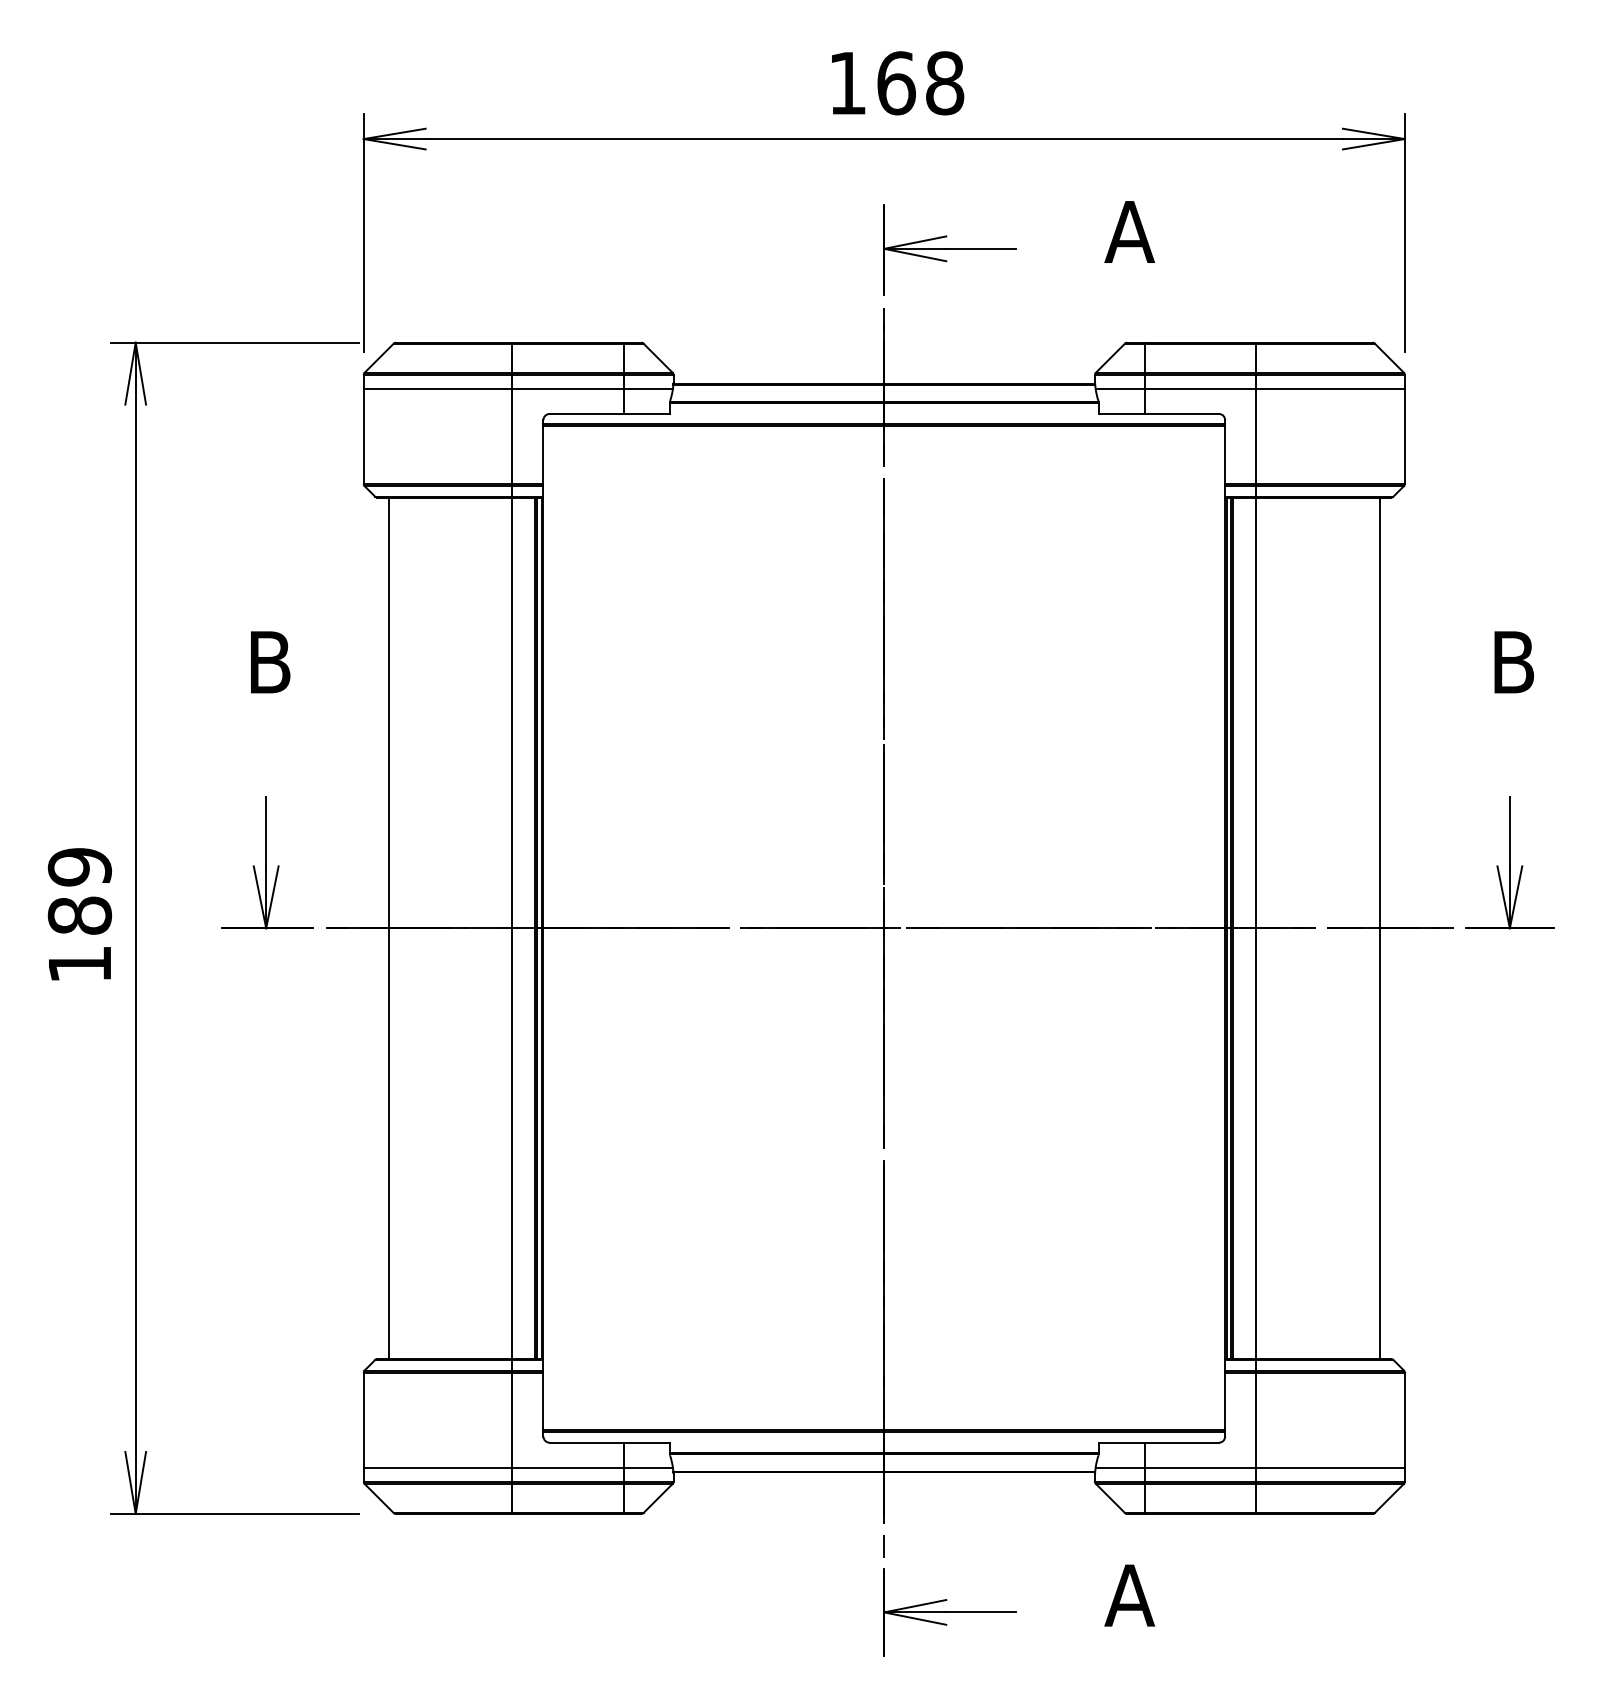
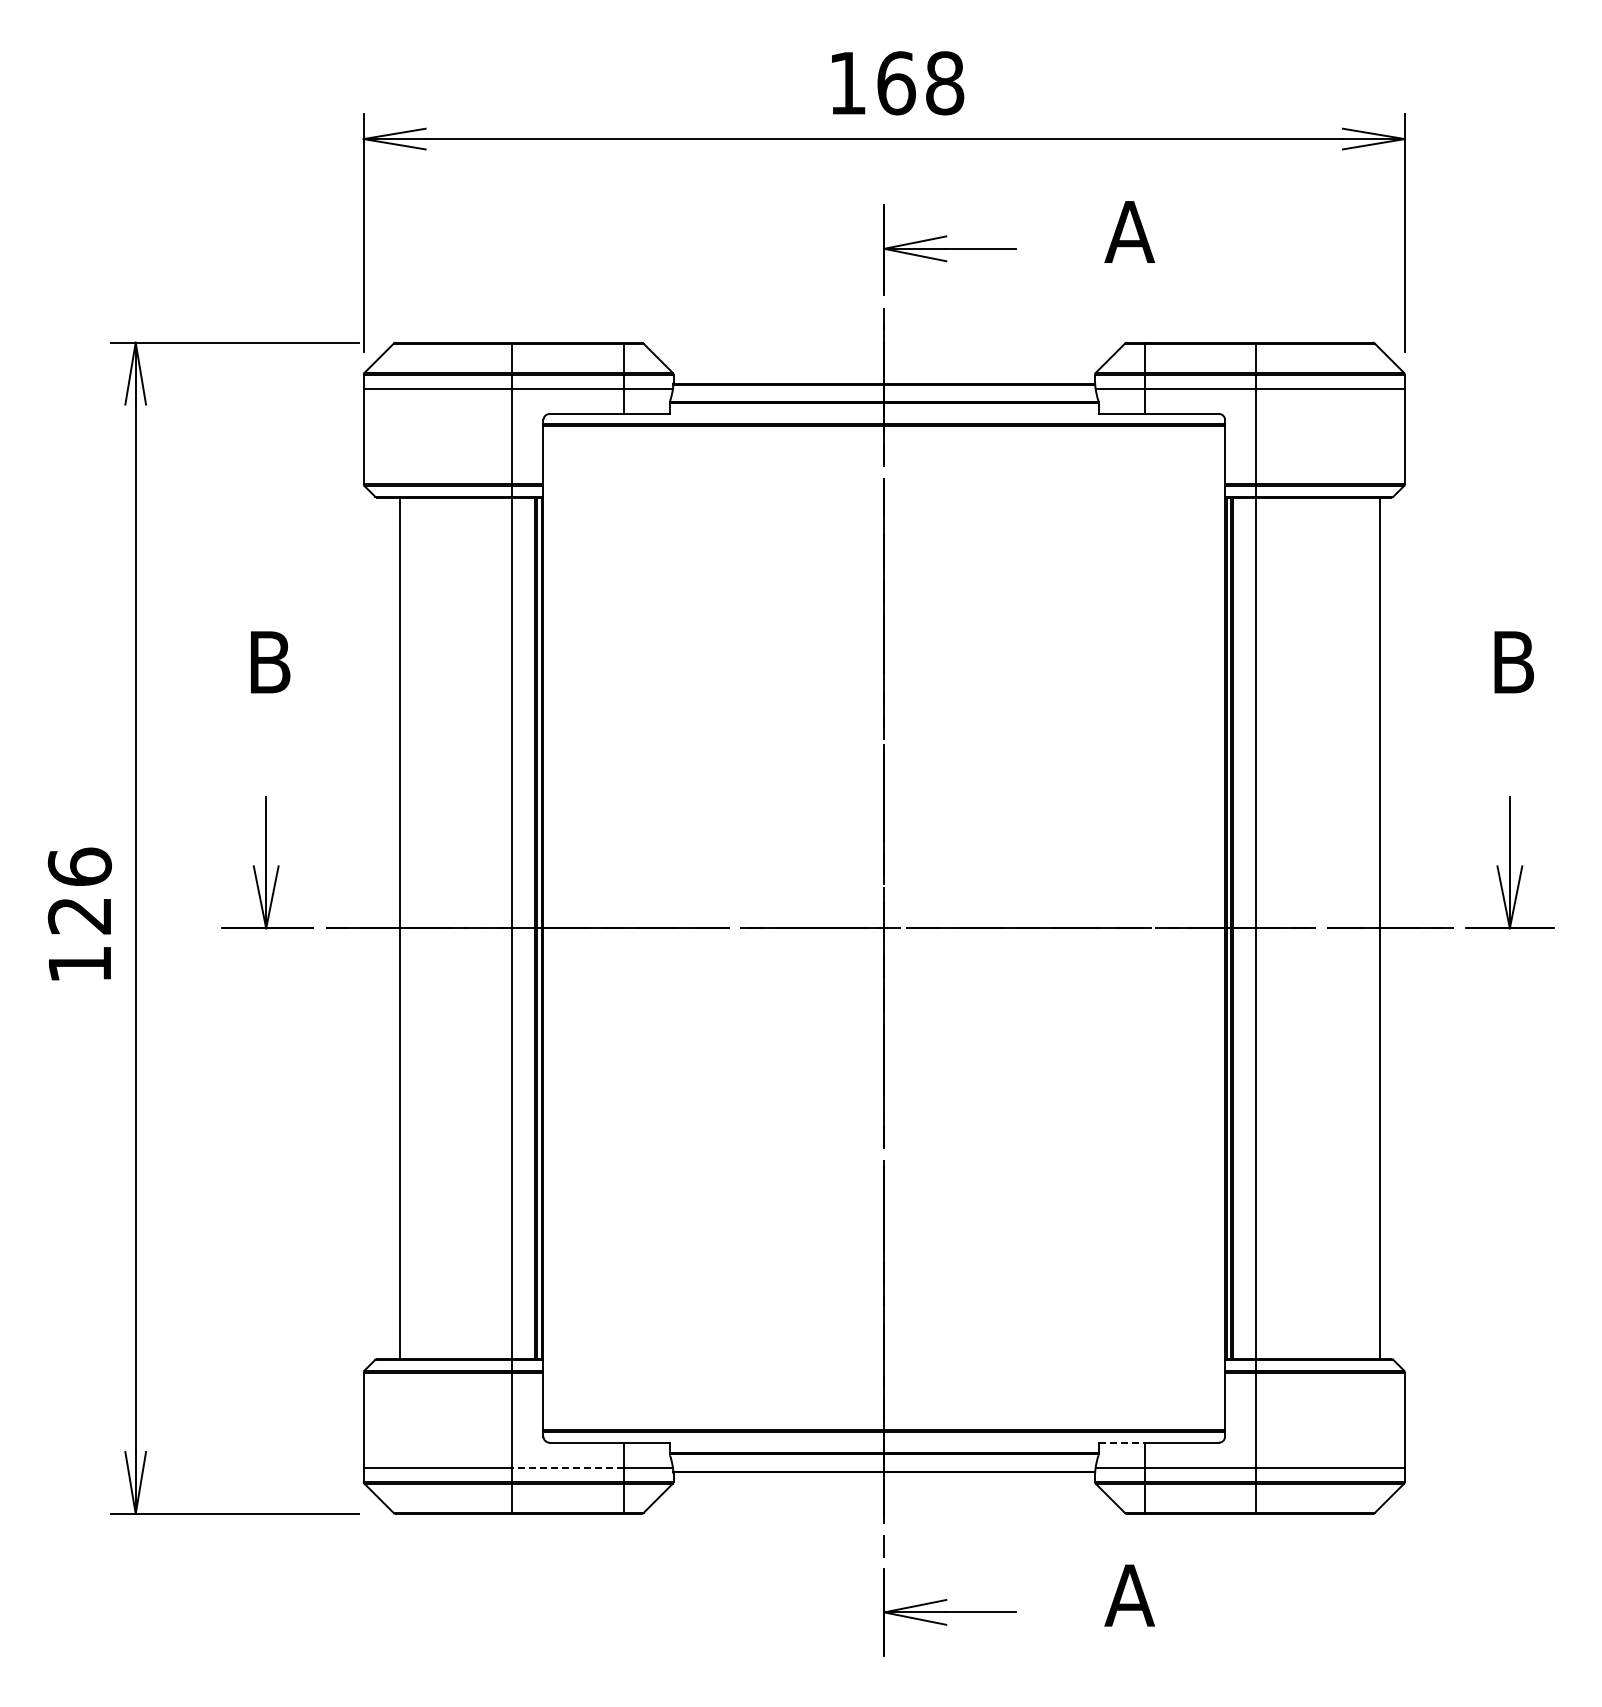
text at (79, 890): 189 -> 126
line at (388, 928) position: (388, 928) -> (399, 928)
line at (1121, 1442): solid -> dashed
line at (568, 1467): solid -> dashed
